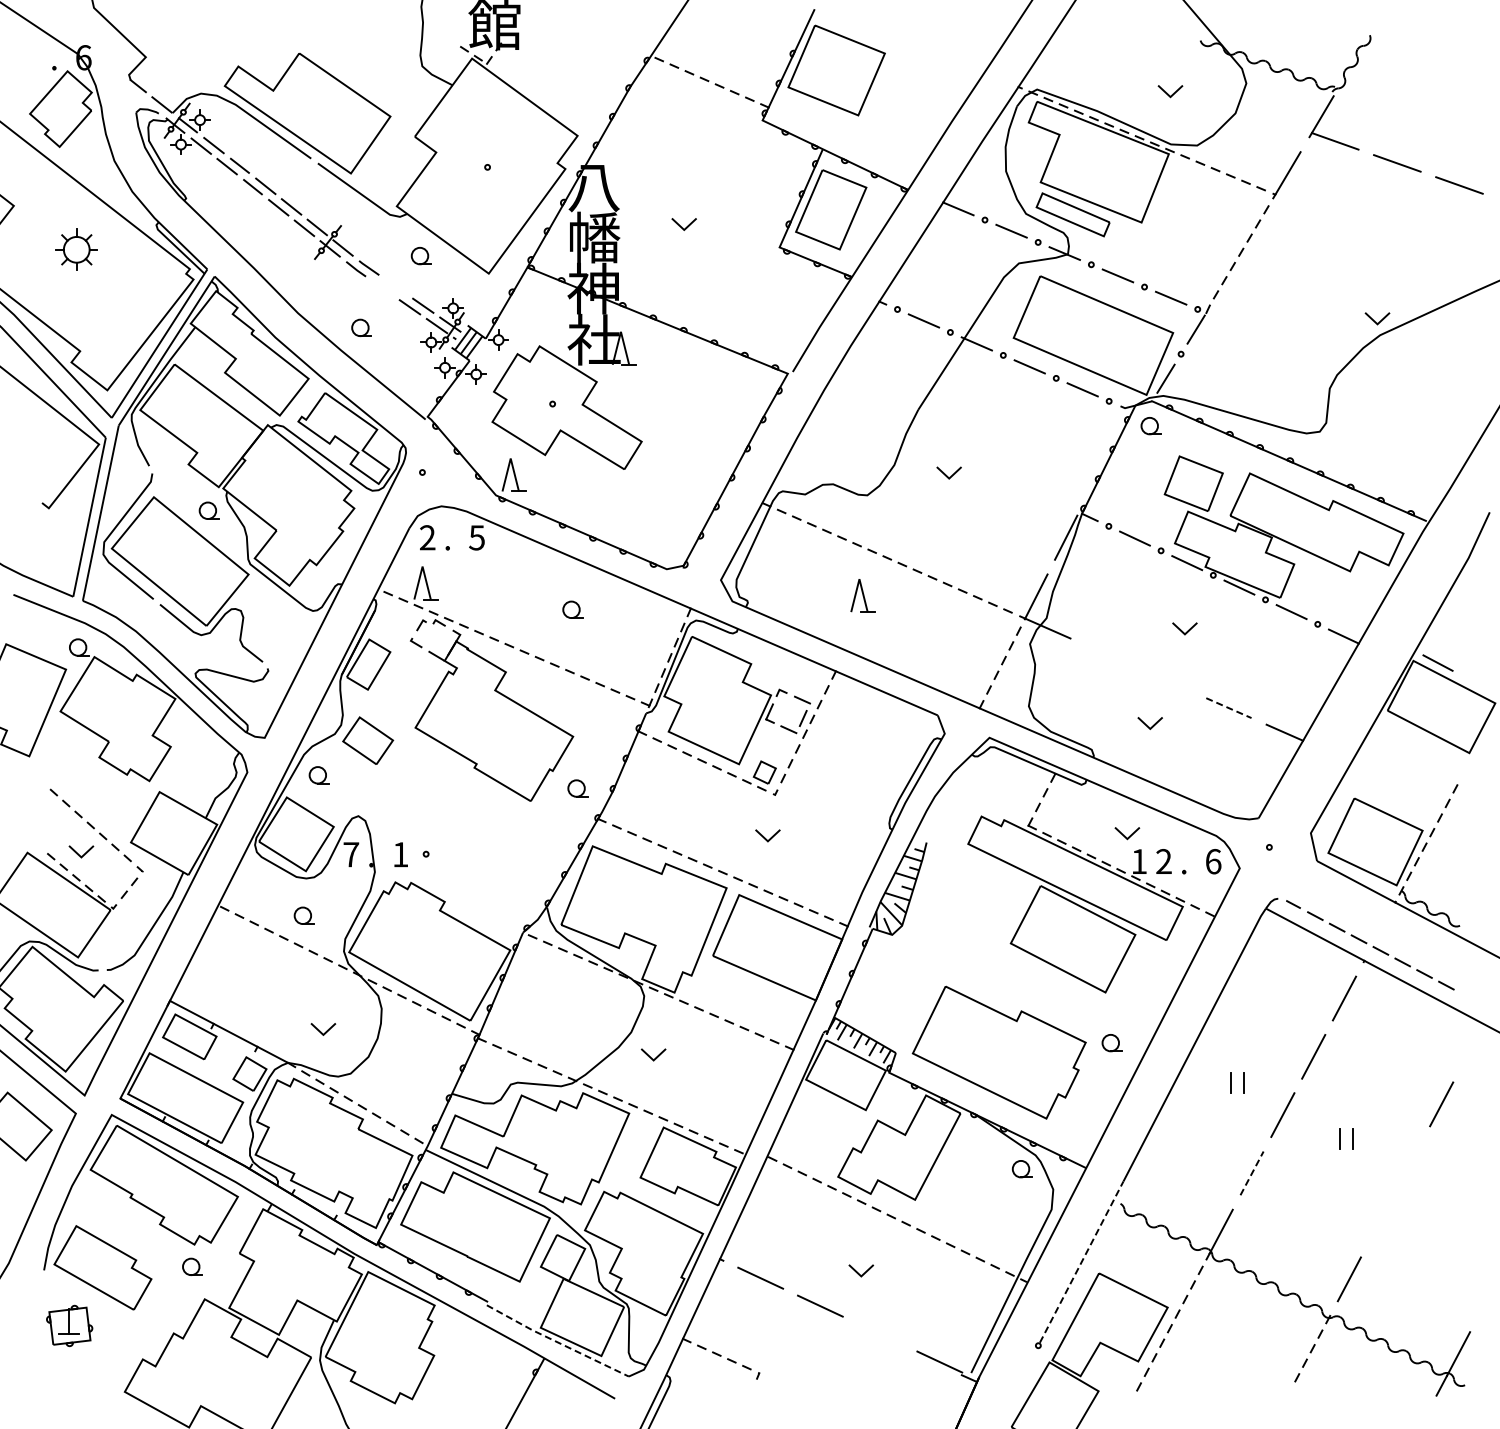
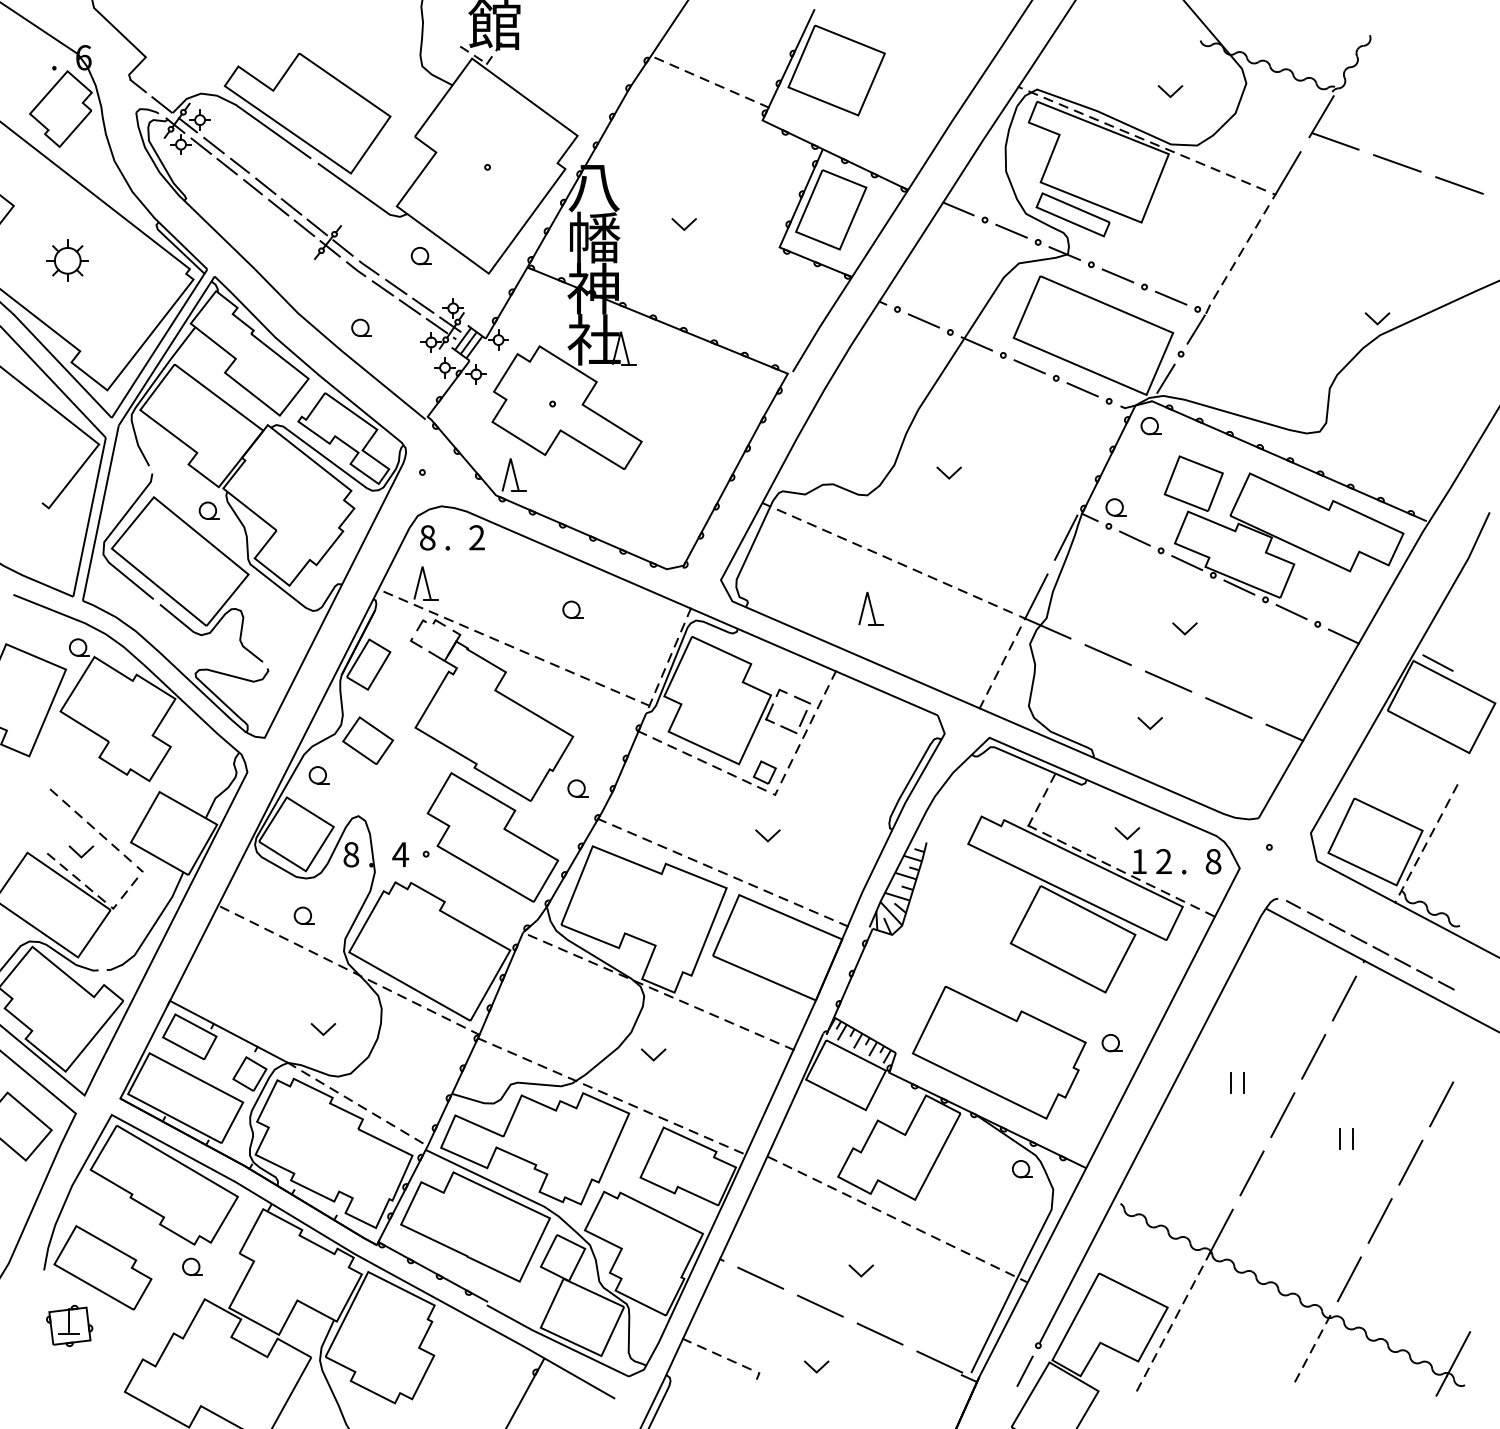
part at (76, 249) position: (76, 249) -> (67, 260)
line at (396, 286): none -> present
line at (382, 288): none -> present
part at (1115, 507): none -> present
text at (427, 537): 2 -> 8
text at (476, 537): 5 -> 2
part at (862, 595) position: (862, 595) -> (870, 608)
line at (1107, 655): none -> present
line at (1168, 681): none -> present
line at (1228, 708): dashed -> solid
part at (492, 837): none -> present
text at (351, 854): 7 -> 8
text at (400, 854): 1 -> 4
text at (1213, 861): 6 -> 8
line at (1410, 1162): none -> present
line at (1252, 1173): dashed -> solid
line at (1379, 1220): none -> present
line at (1081, 1262): dashed -> solid
line at (879, 1333): none -> present
line at (557, 1342): dashed -> solid
line at (813, 1368): none -> present
line at (1024, 1370): none -> present
